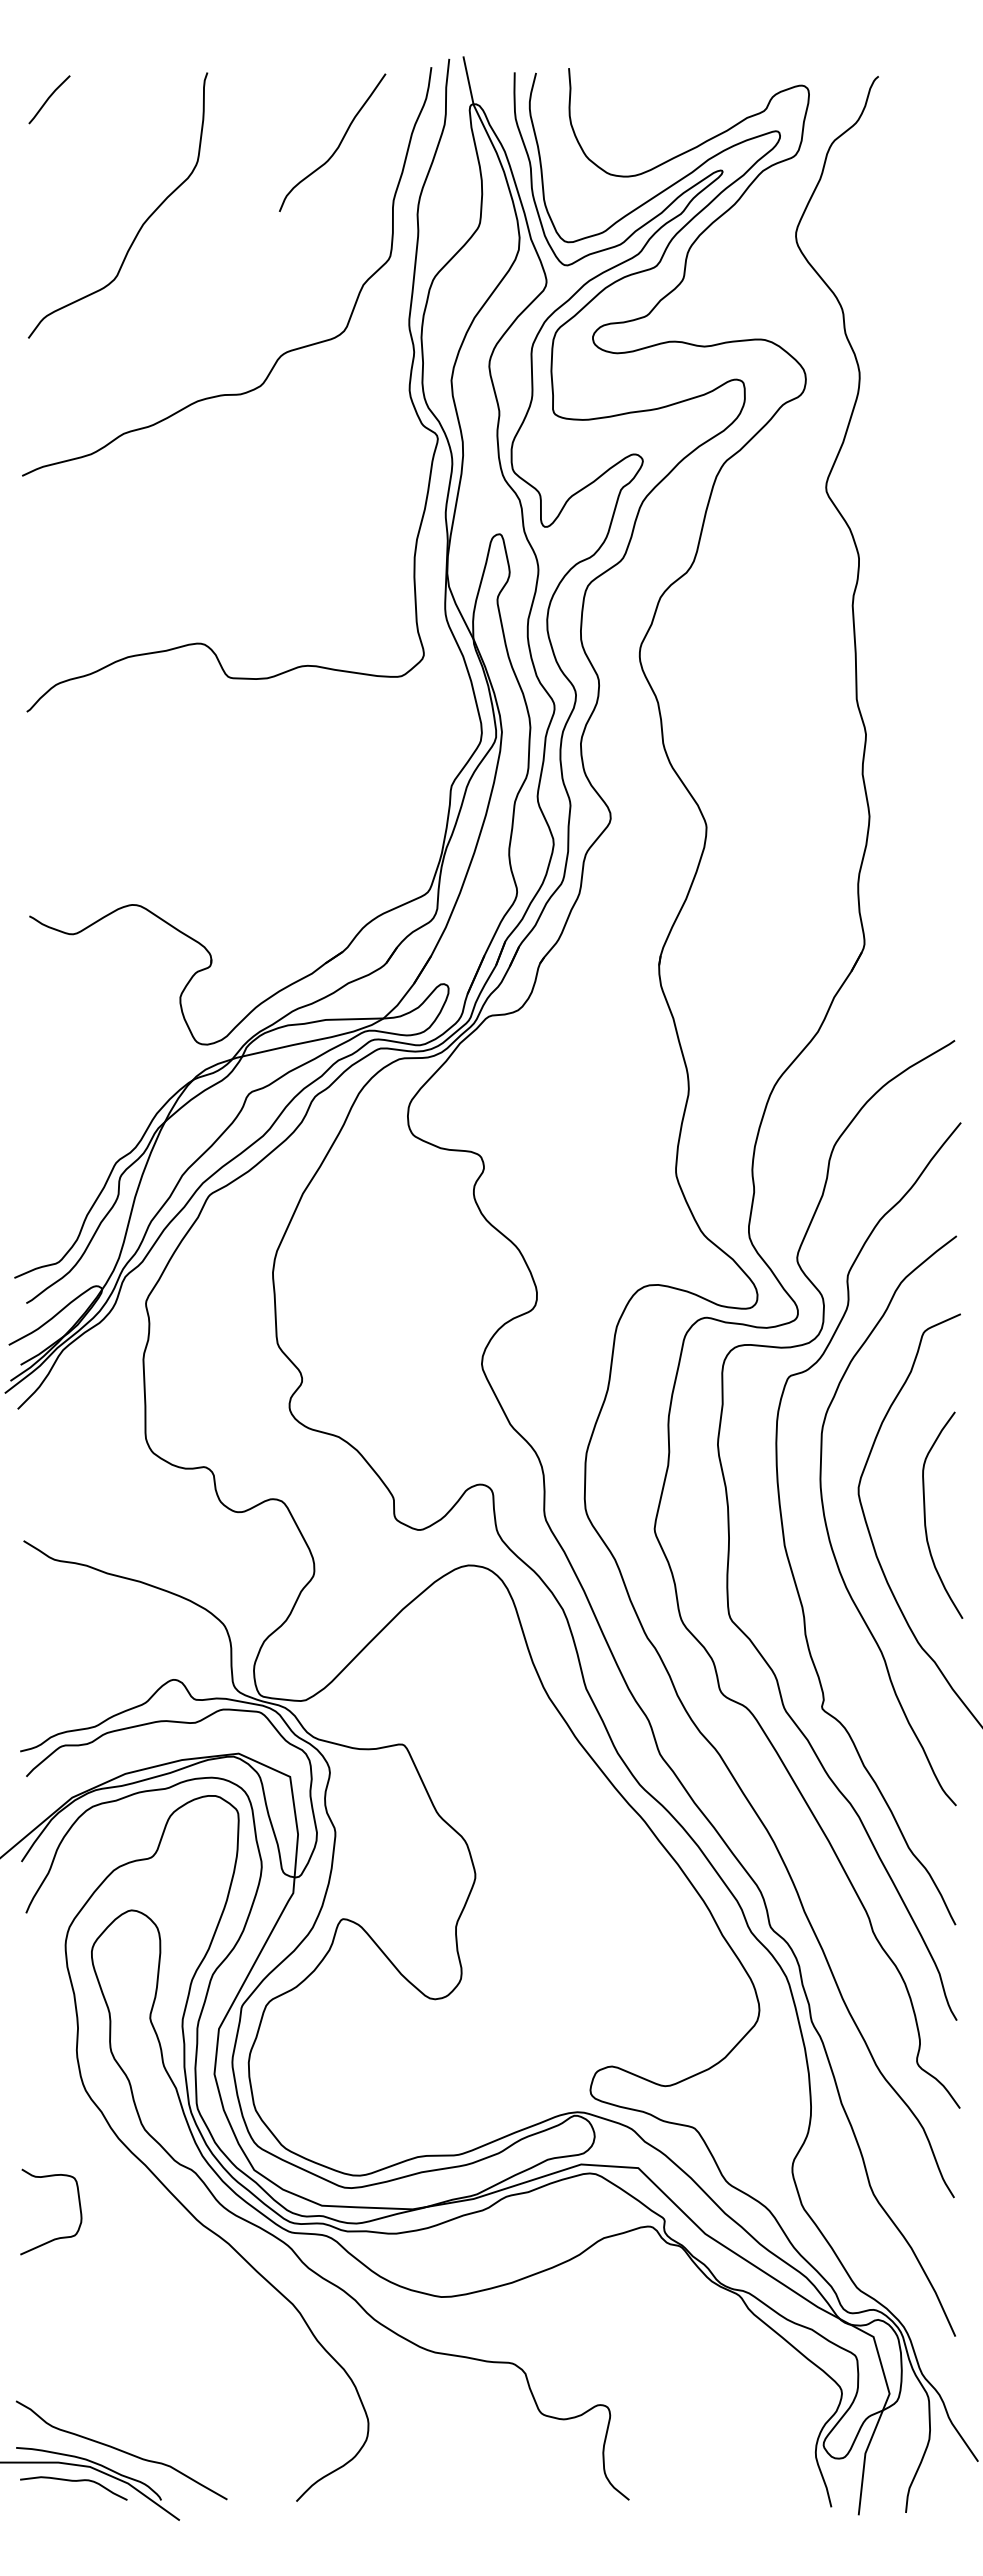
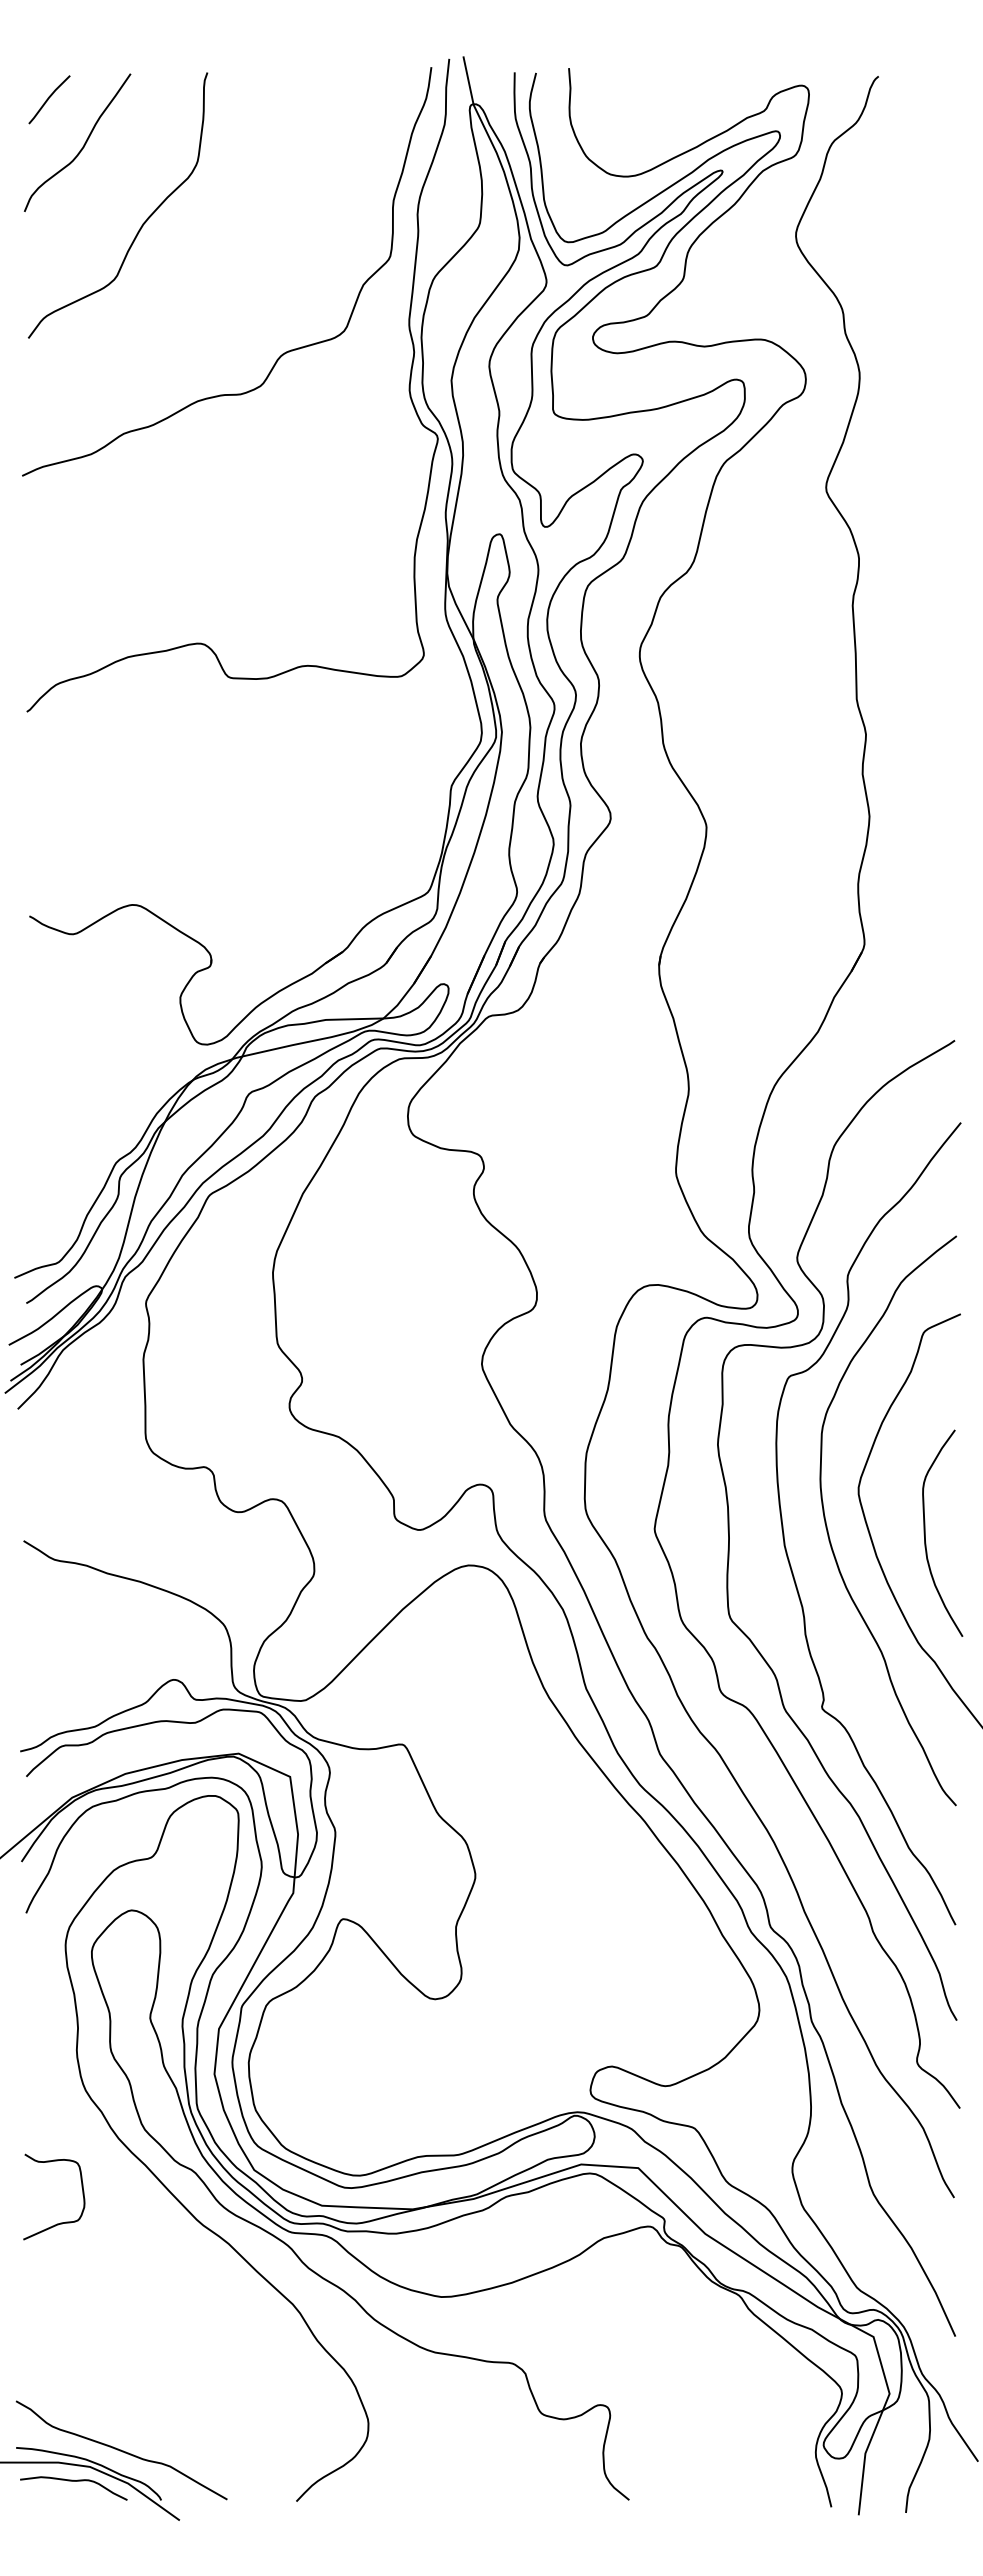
curve at (338, 144) position: (338, 144) -> (83, 144)
curve at (925, 1514) position: (925, 1514) -> (925, 1532)
curve at (57, 2237) position: (57, 2237) -> (60, 2222)
